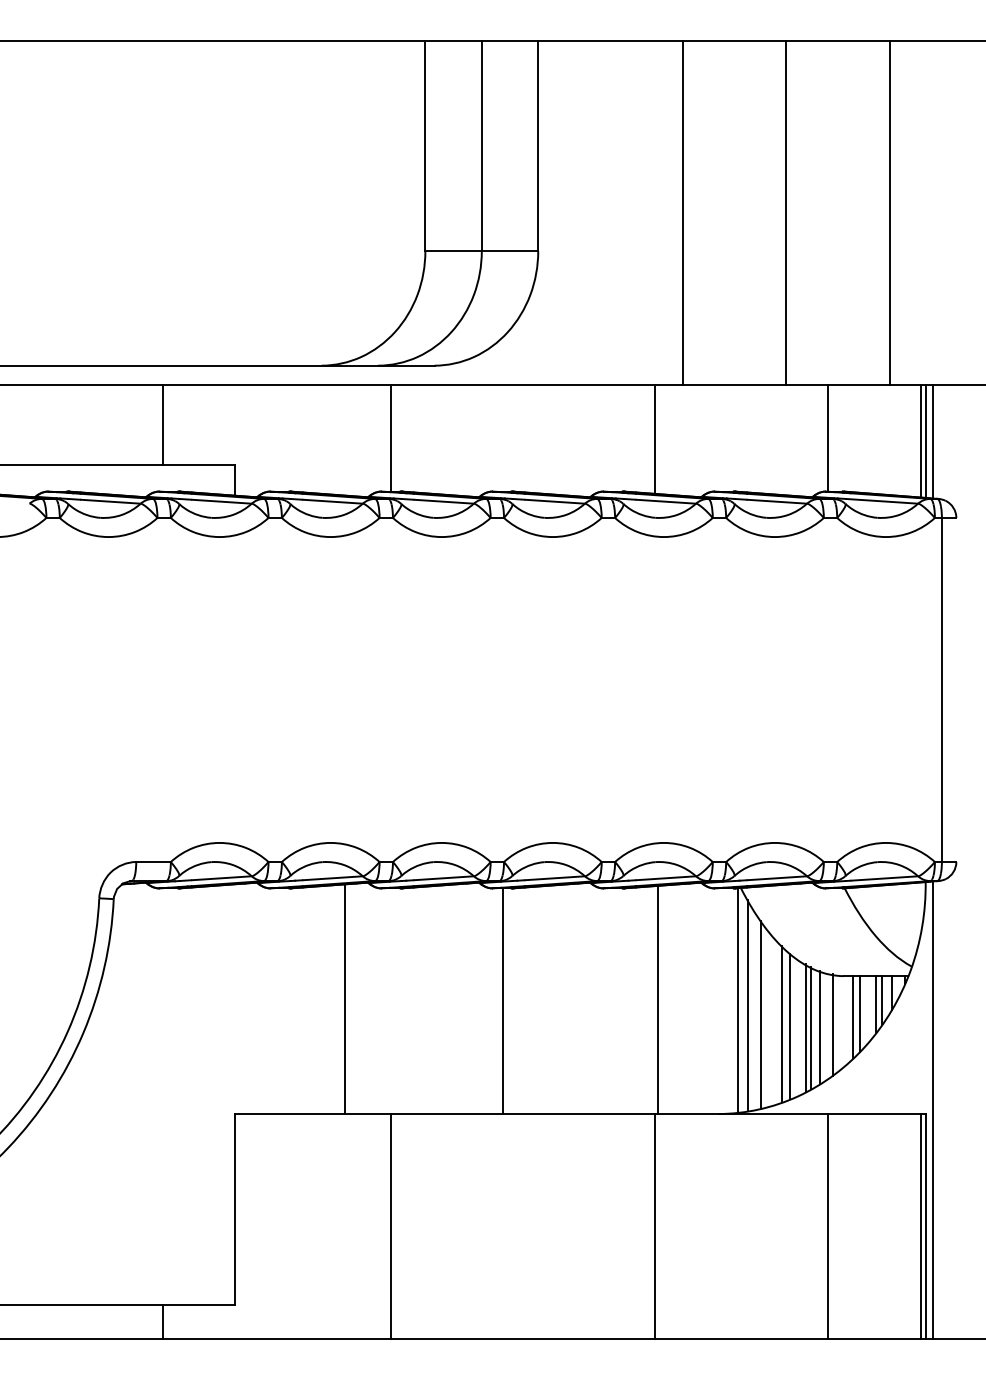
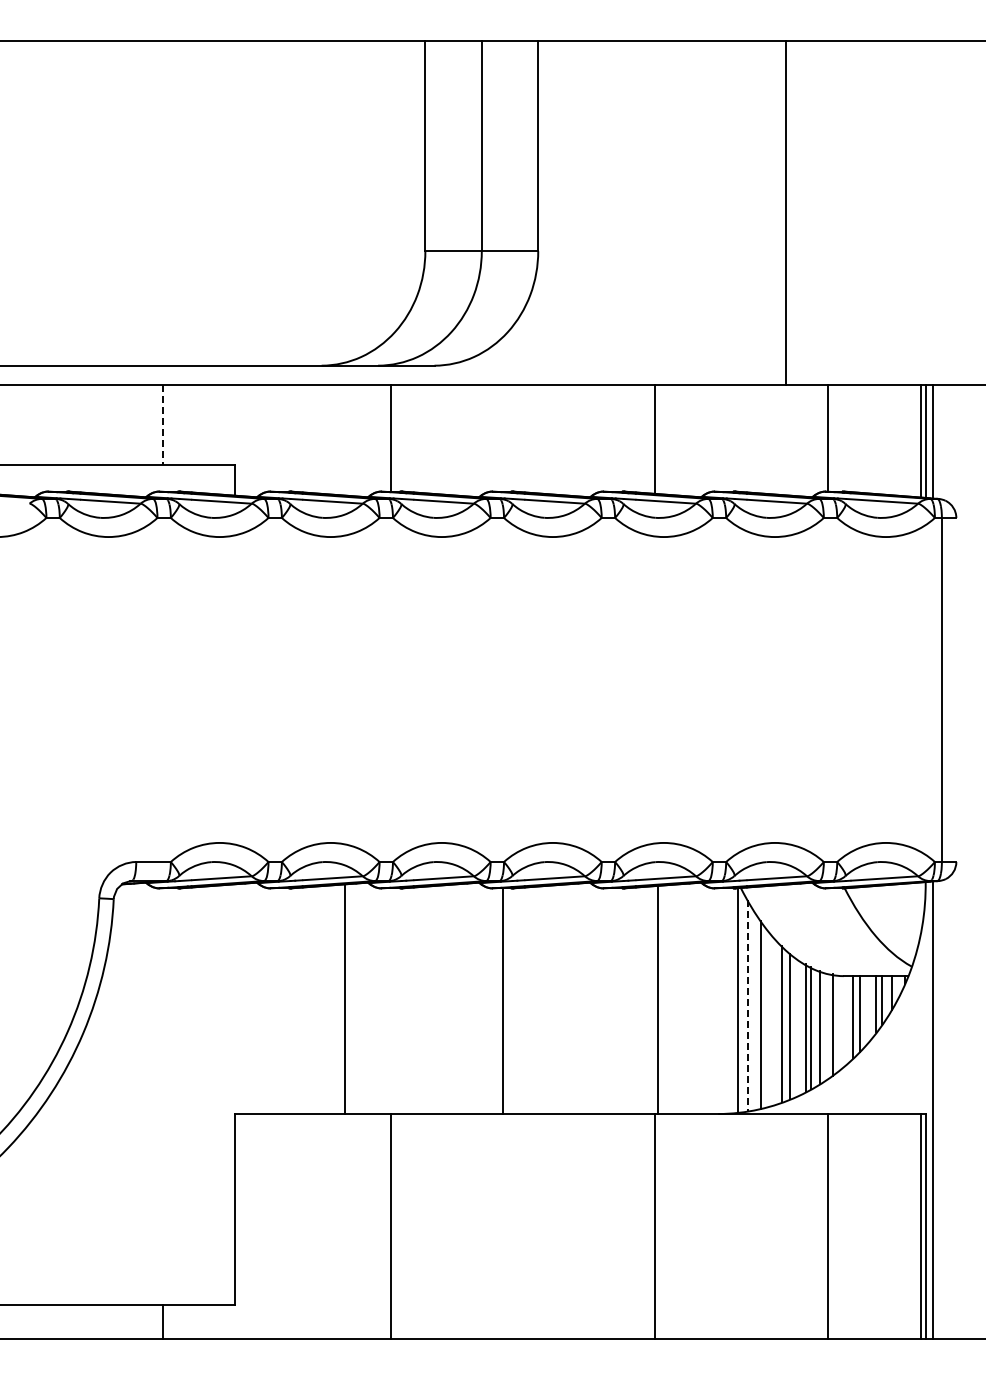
line at (682, 212): present -> none
line at (890, 212): present -> none
line at (163, 425): solid -> dashed
line at (748, 1006): solid -> dashed
